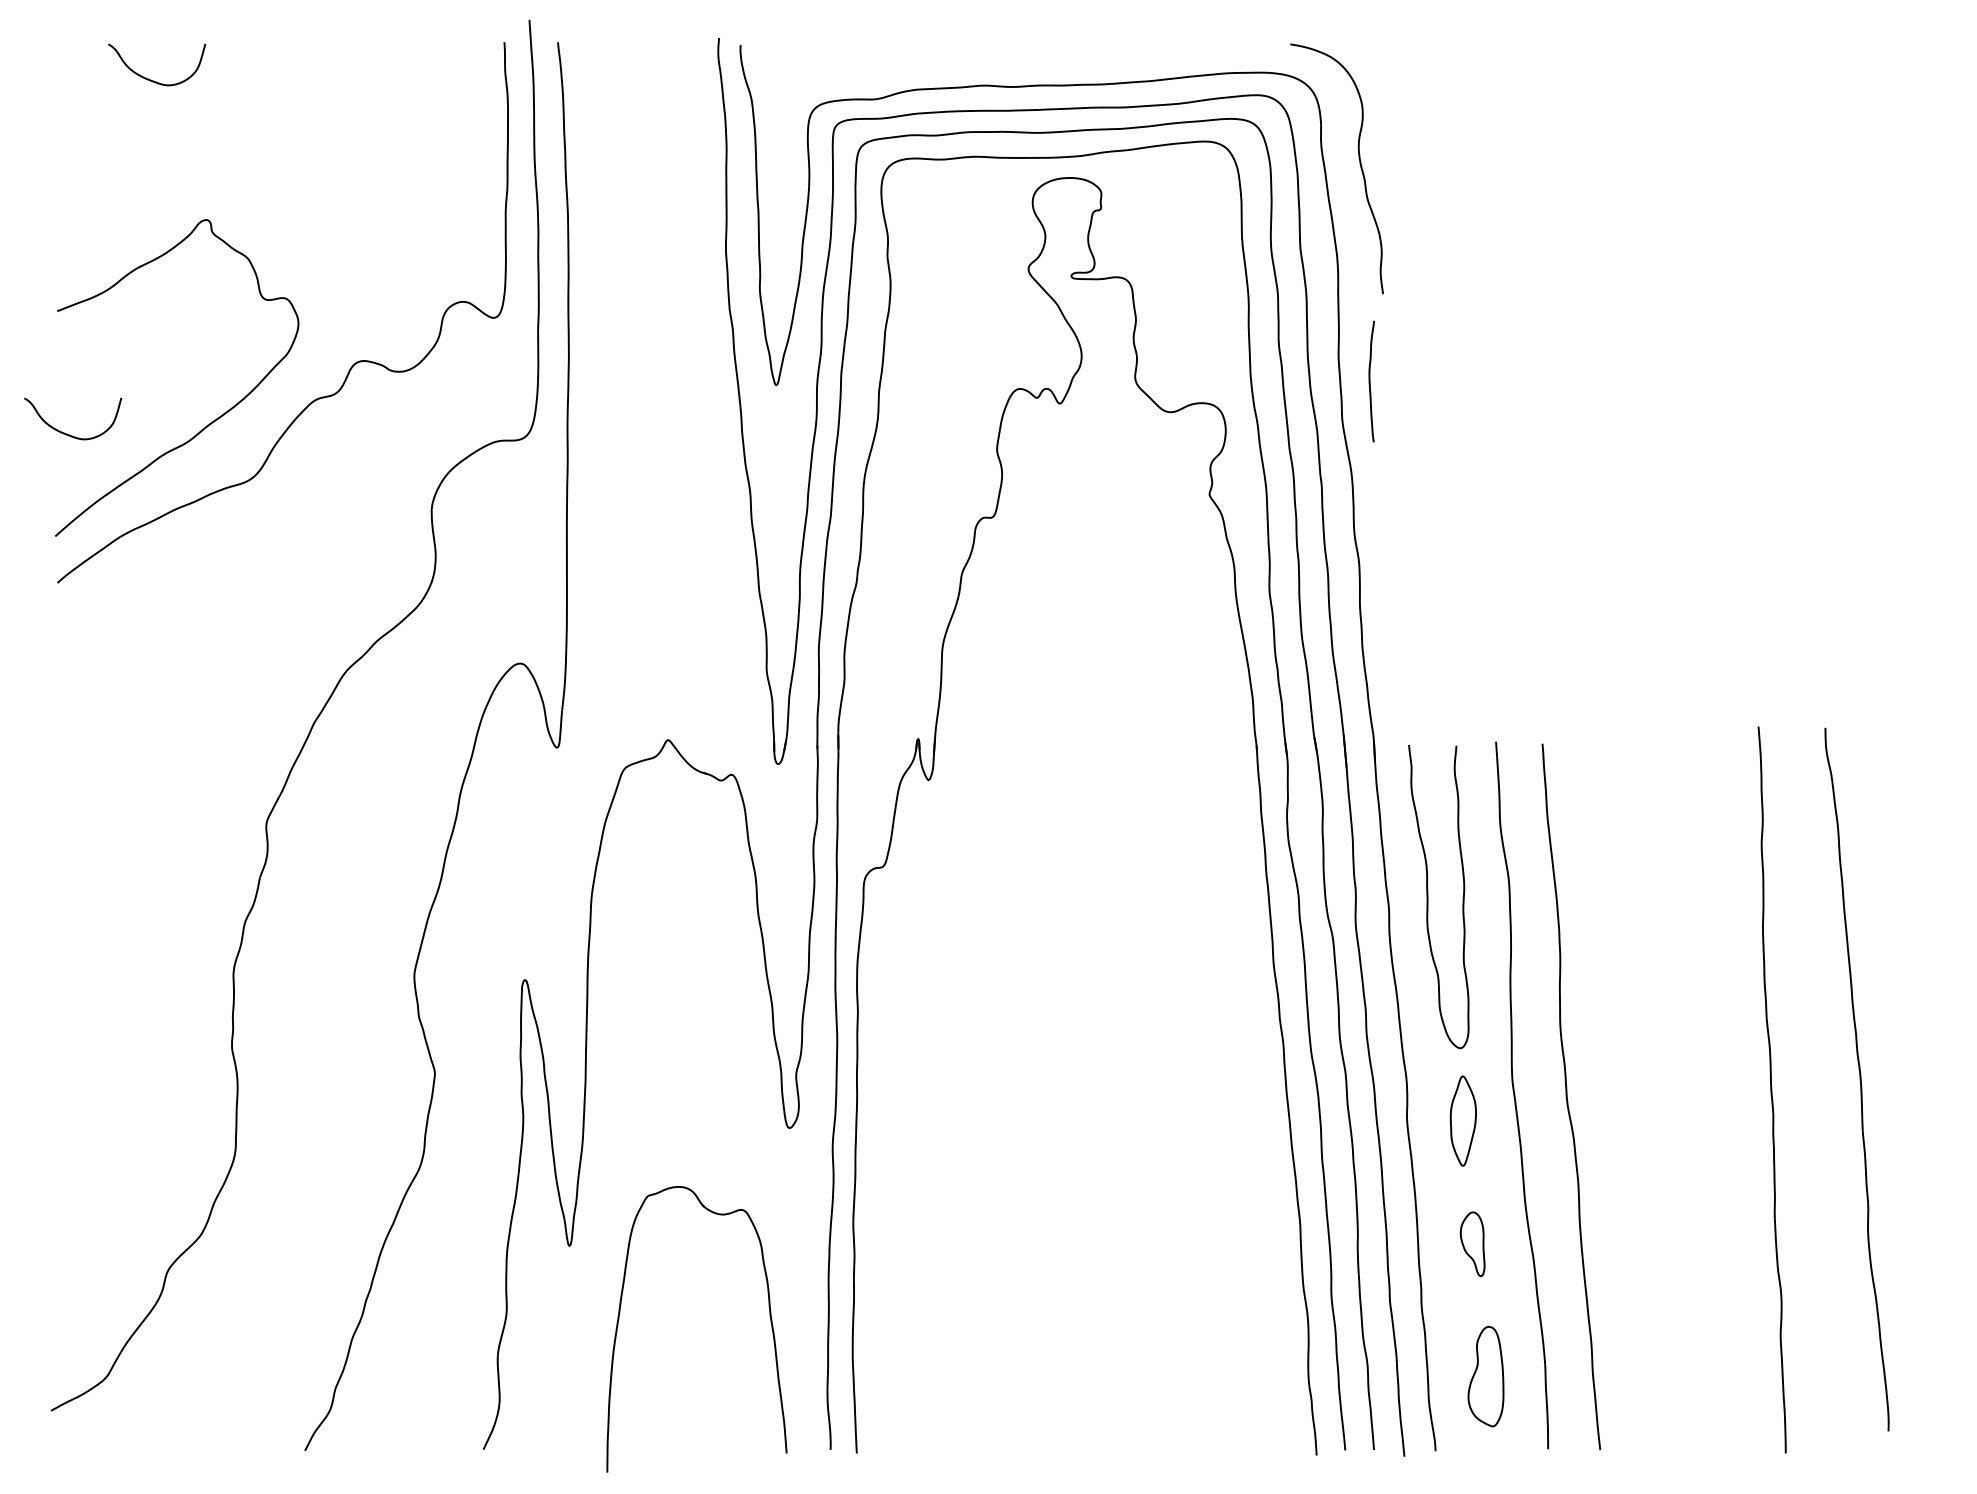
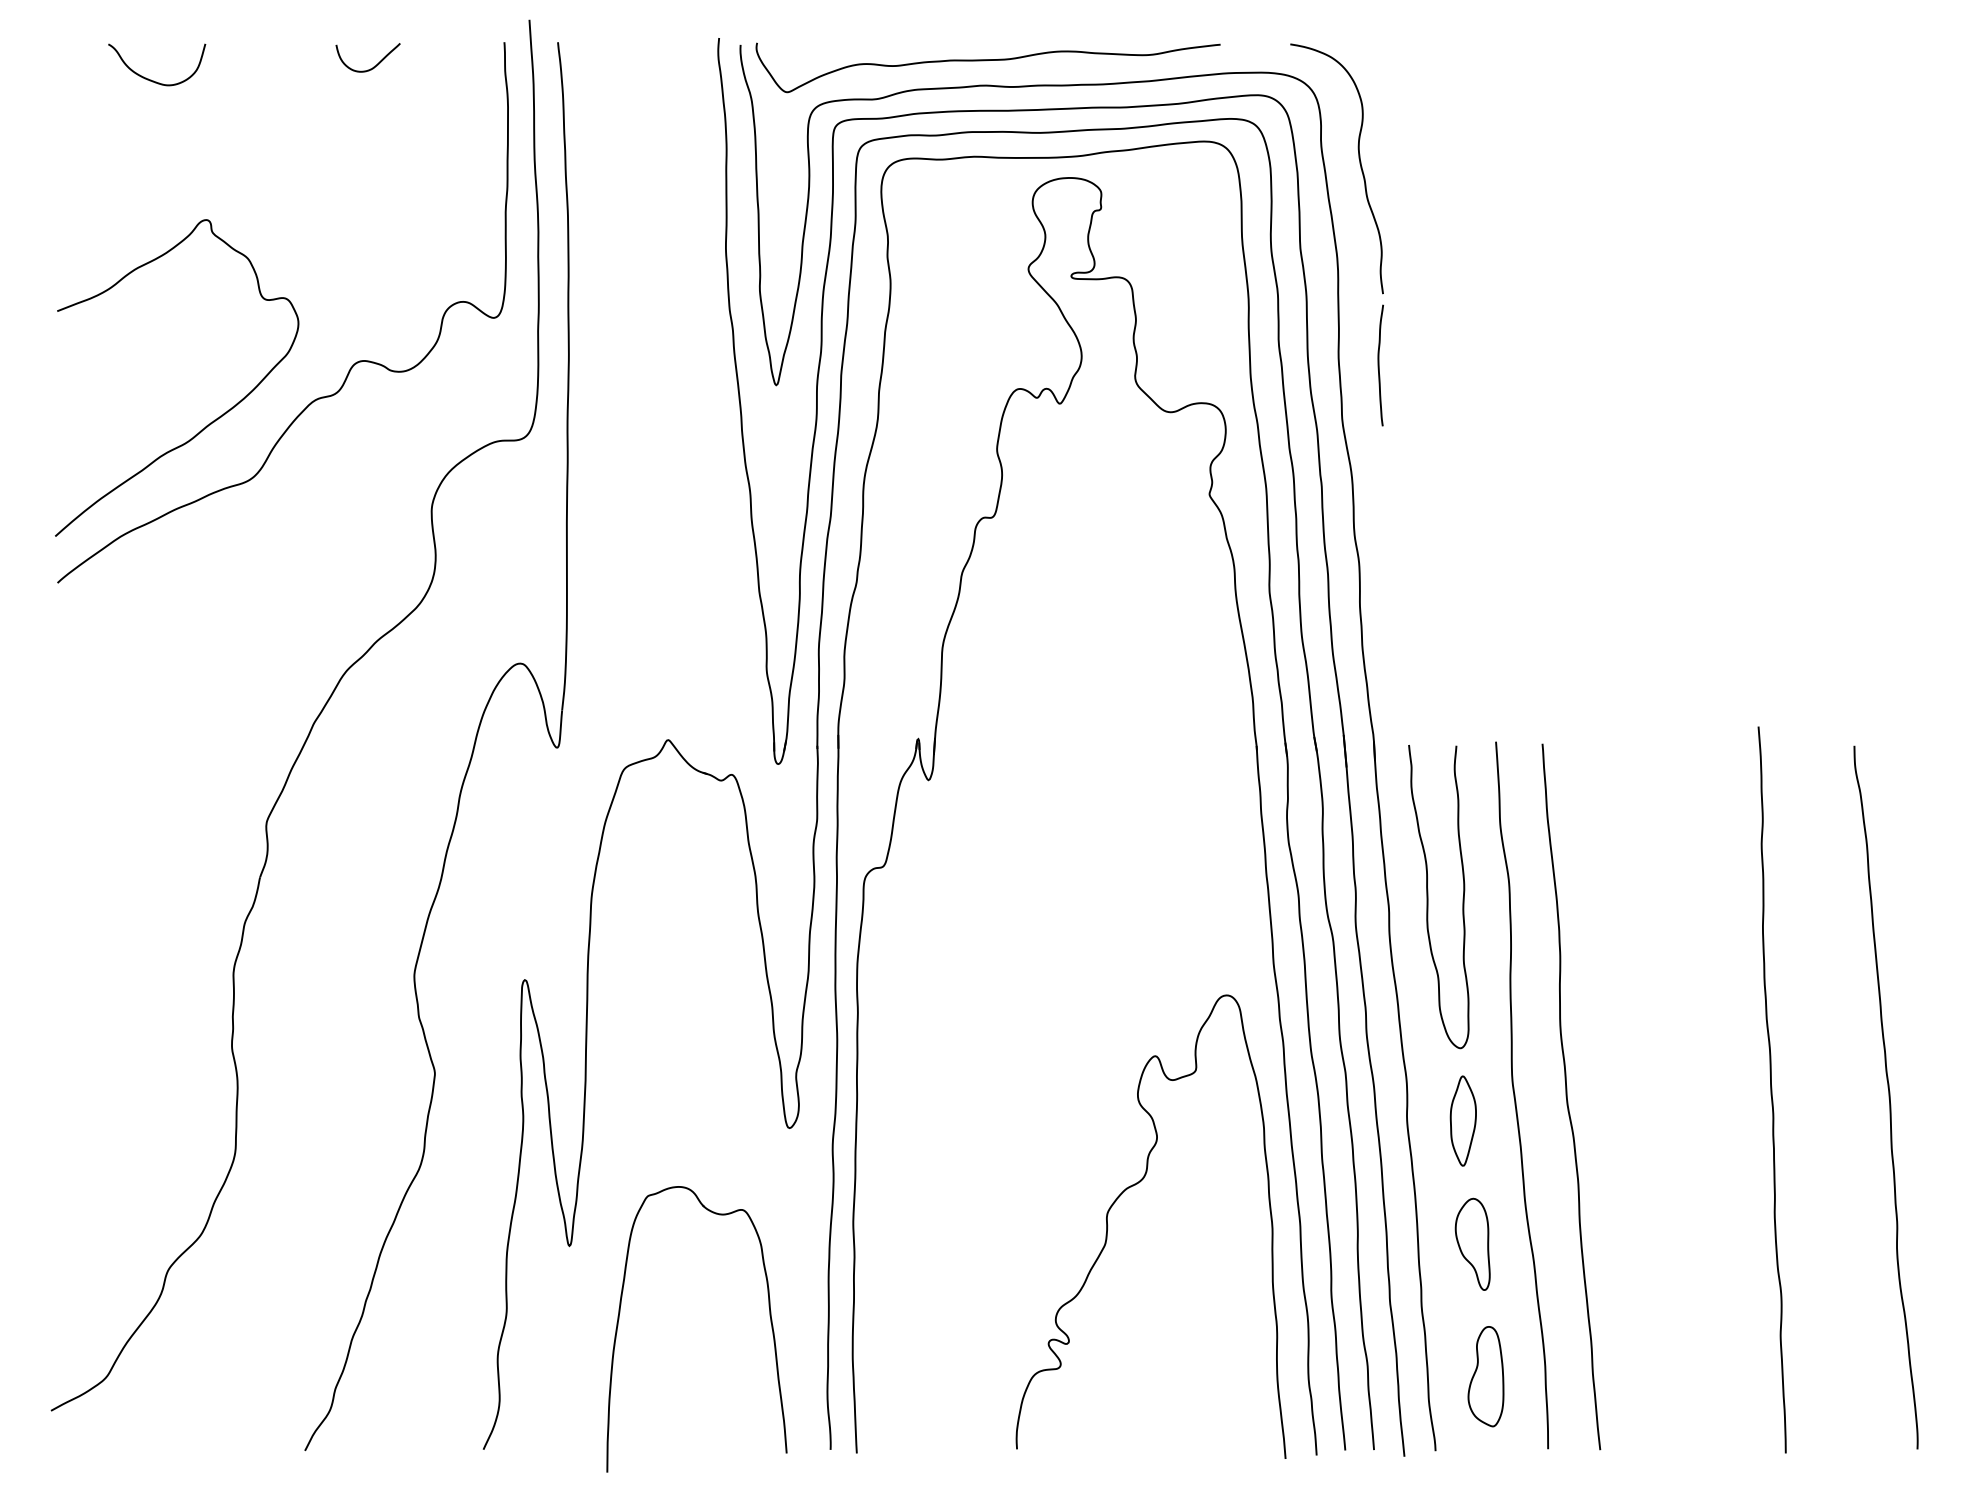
curve at (985, 61): none -> present
curve at (373, 66): none -> present
curve at (1370, 381) position: (1370, 381) -> (1379, 365)
curve at (67, 433): present -> none
curve at (1859, 1079) position: (1859, 1079) -> (1888, 1097)
curve at (1116, 1201): none -> present
part at (1472, 1244) size: 27x67 px -> 37x94 px
